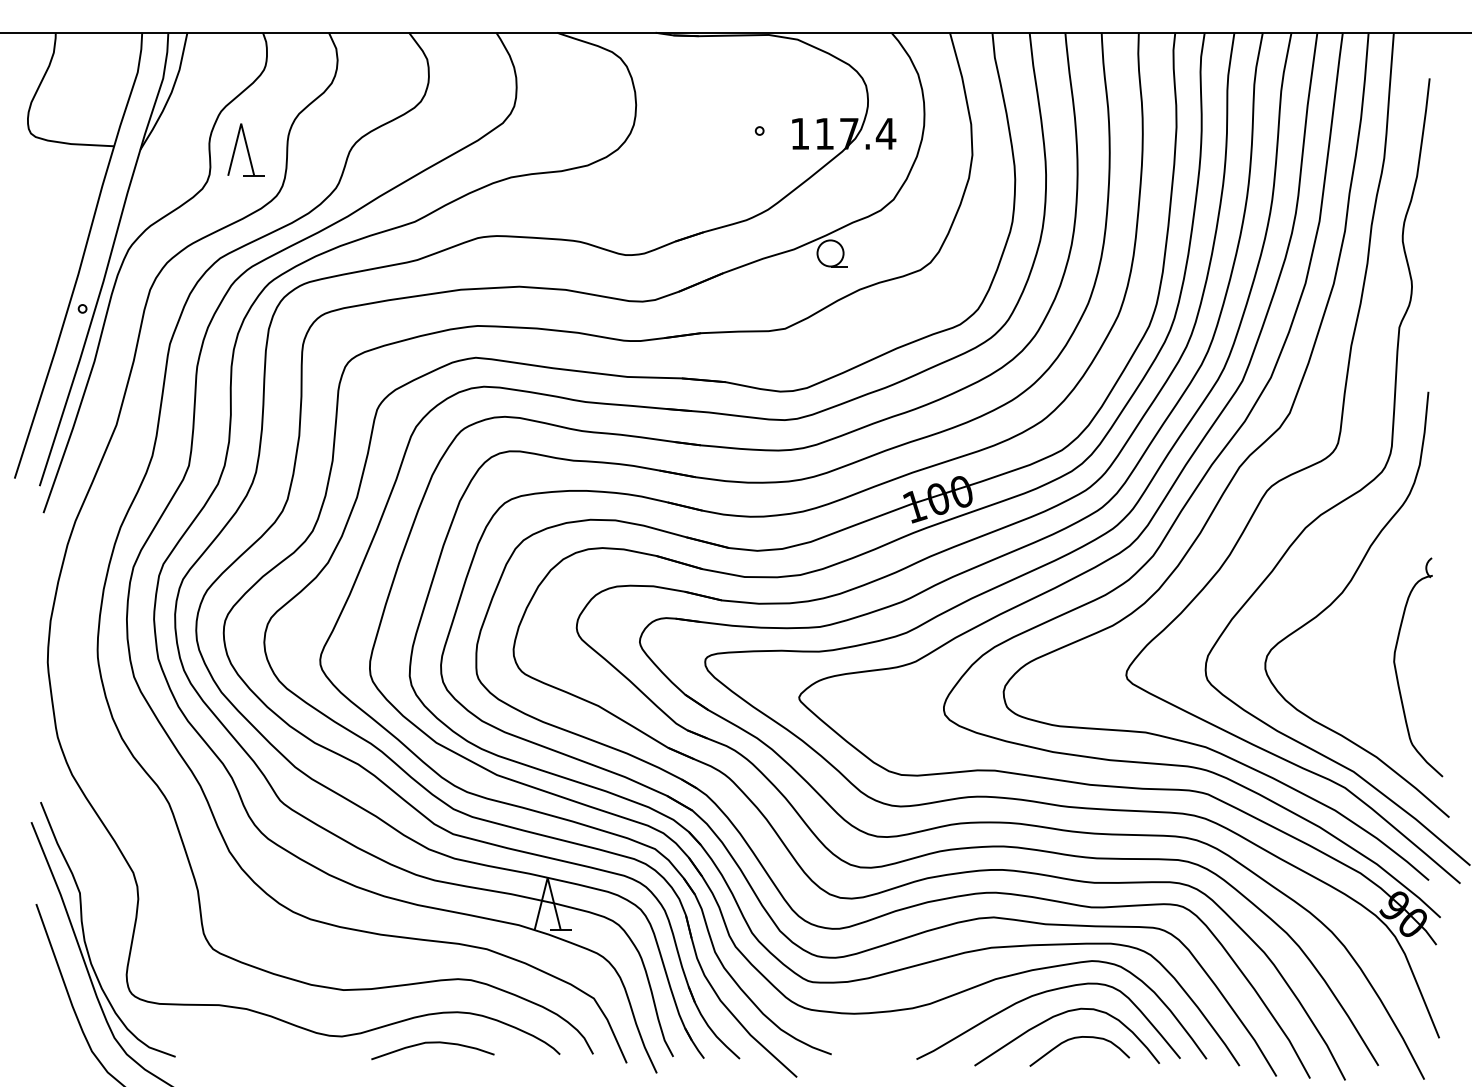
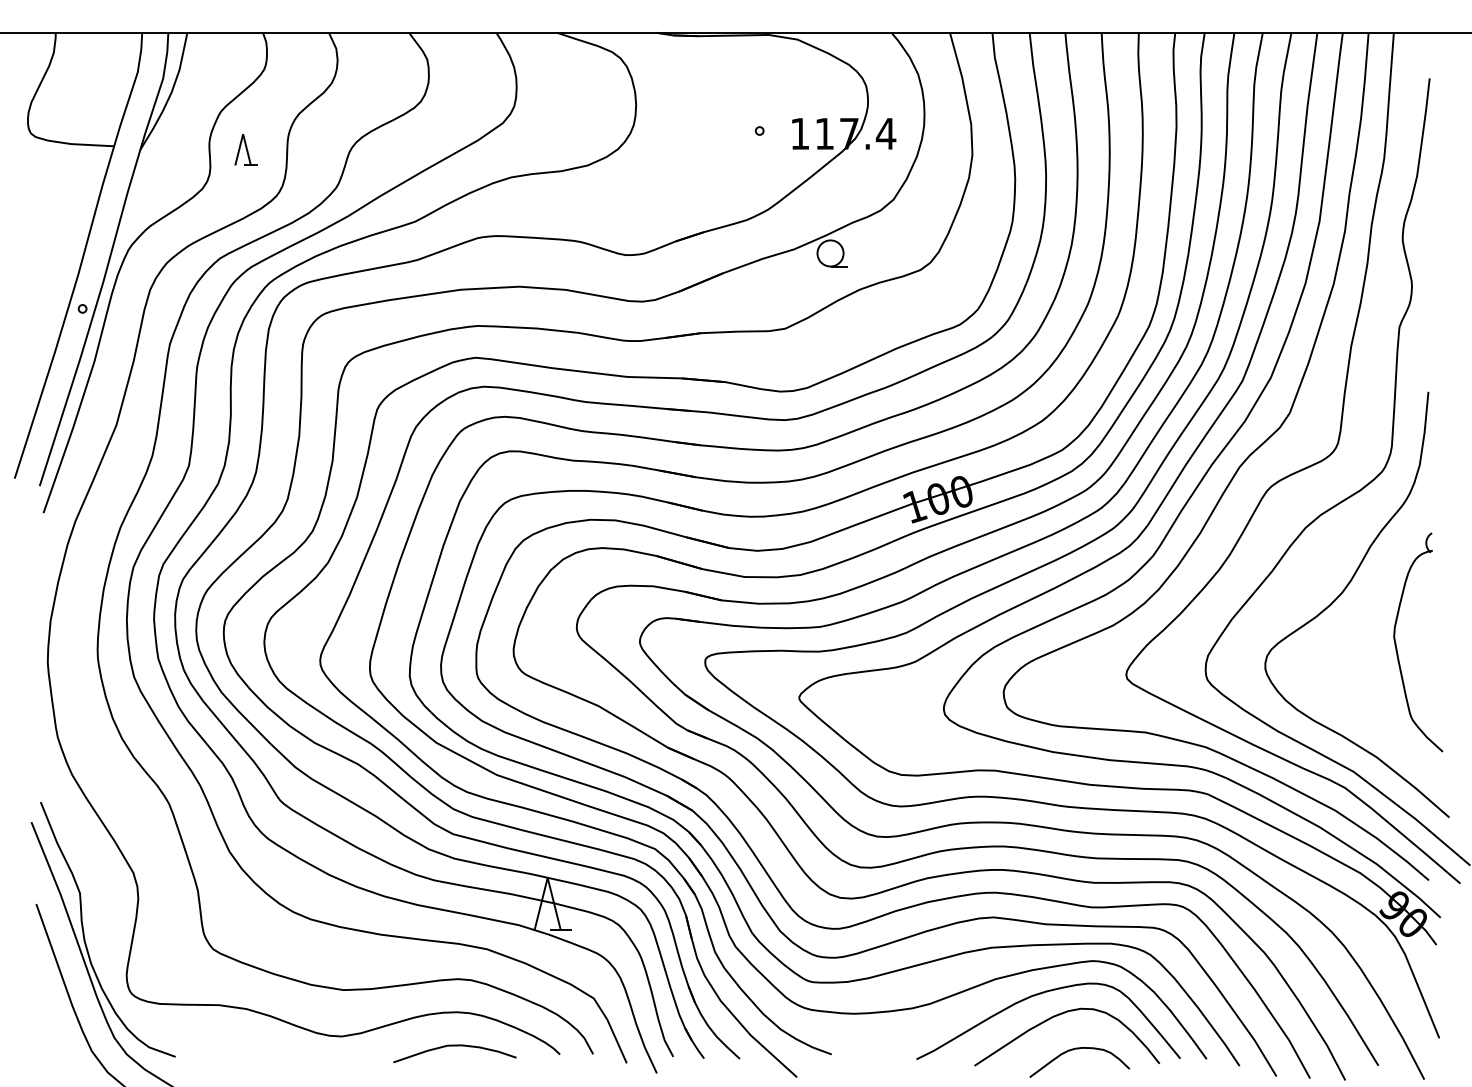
part at (245, 149) size: 38x54 px -> 24x32 px
part at (1397, 673) position: (1397, 673) -> (1397, 648)
curve at (1079, 1038) position: (1079, 1038) -> (1079, 1049)
curve at (432, 1043) position: (432, 1043) -> (454, 1046)
